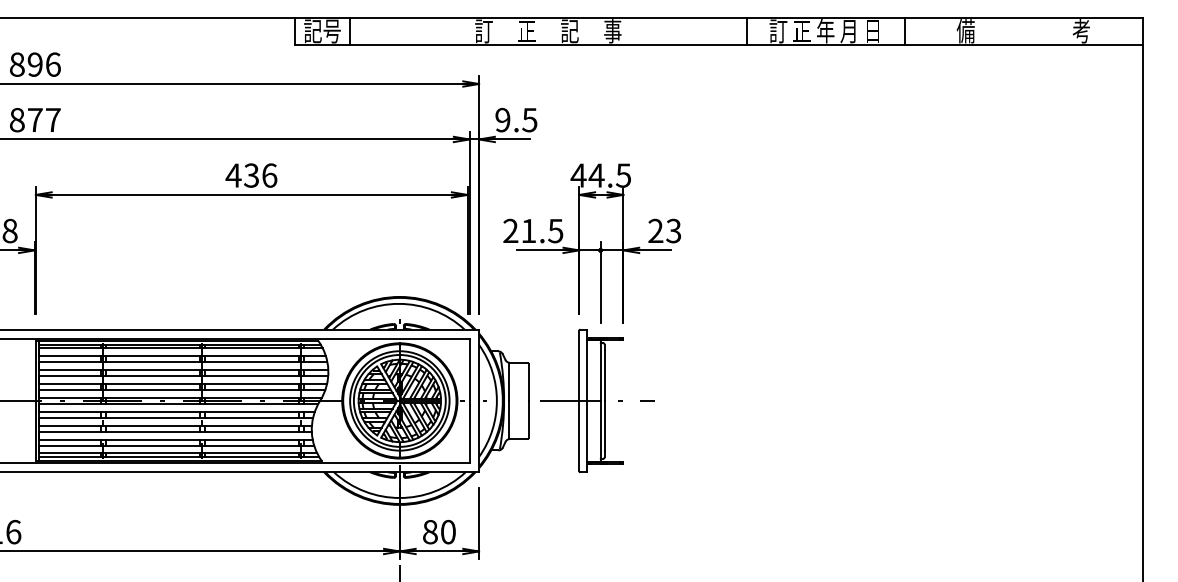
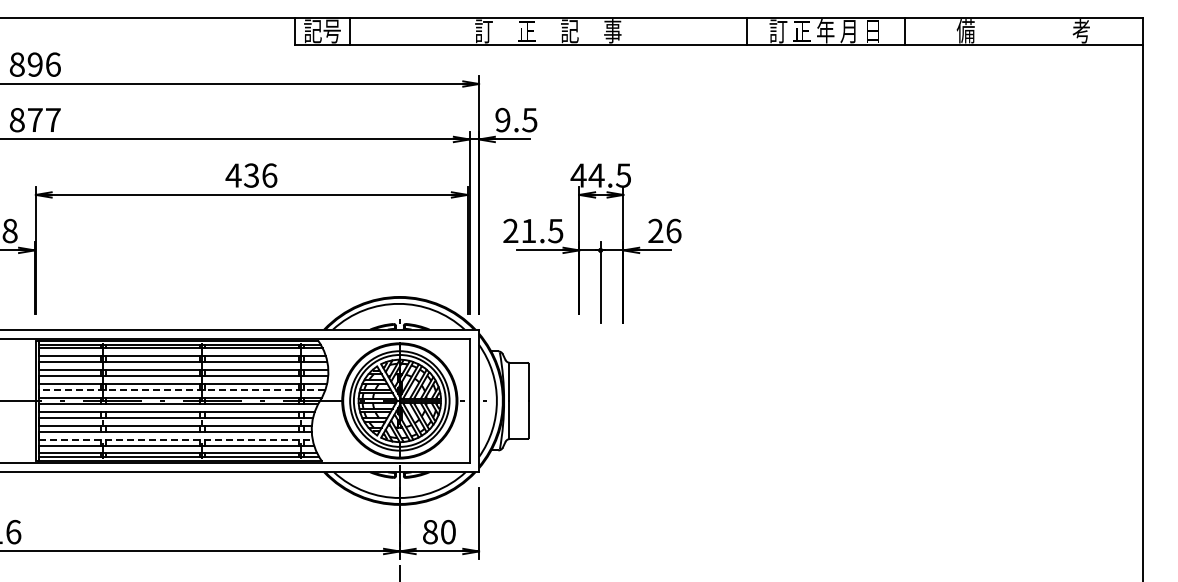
text at (673, 230): 23 -> 26
line at (181, 390): solid -> dashed
part at (597, 400): present -> none
line at (175, 439): solid -> dashed
